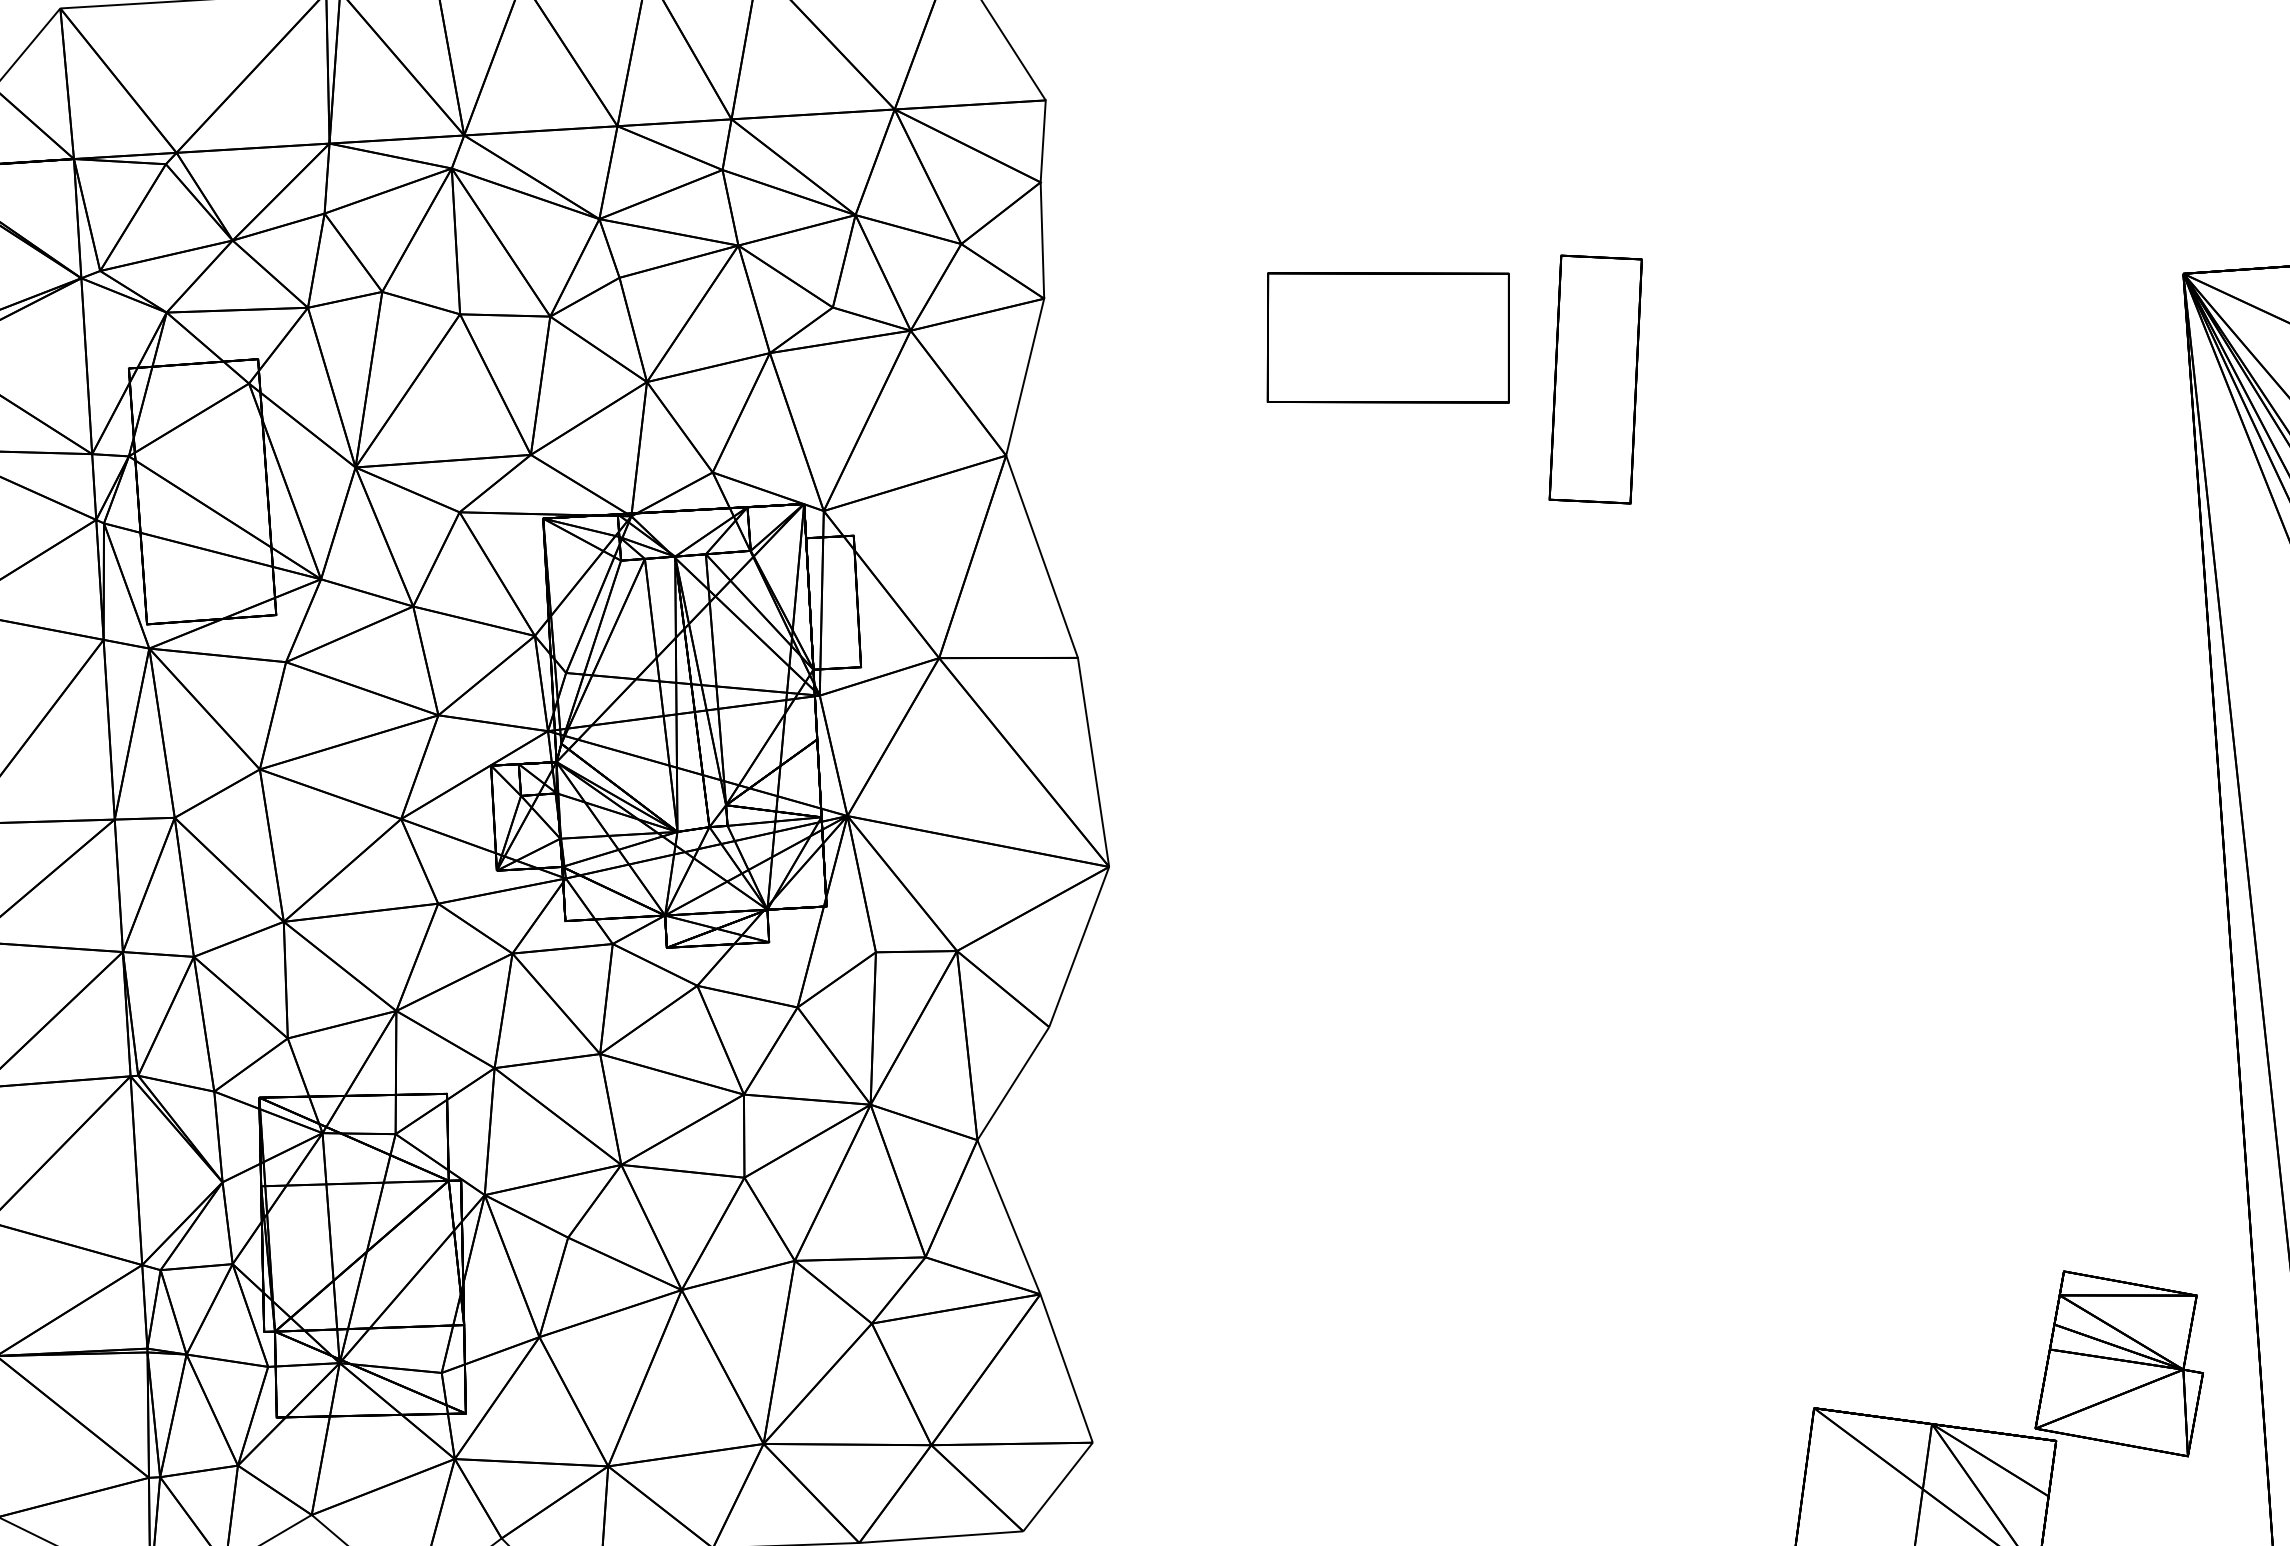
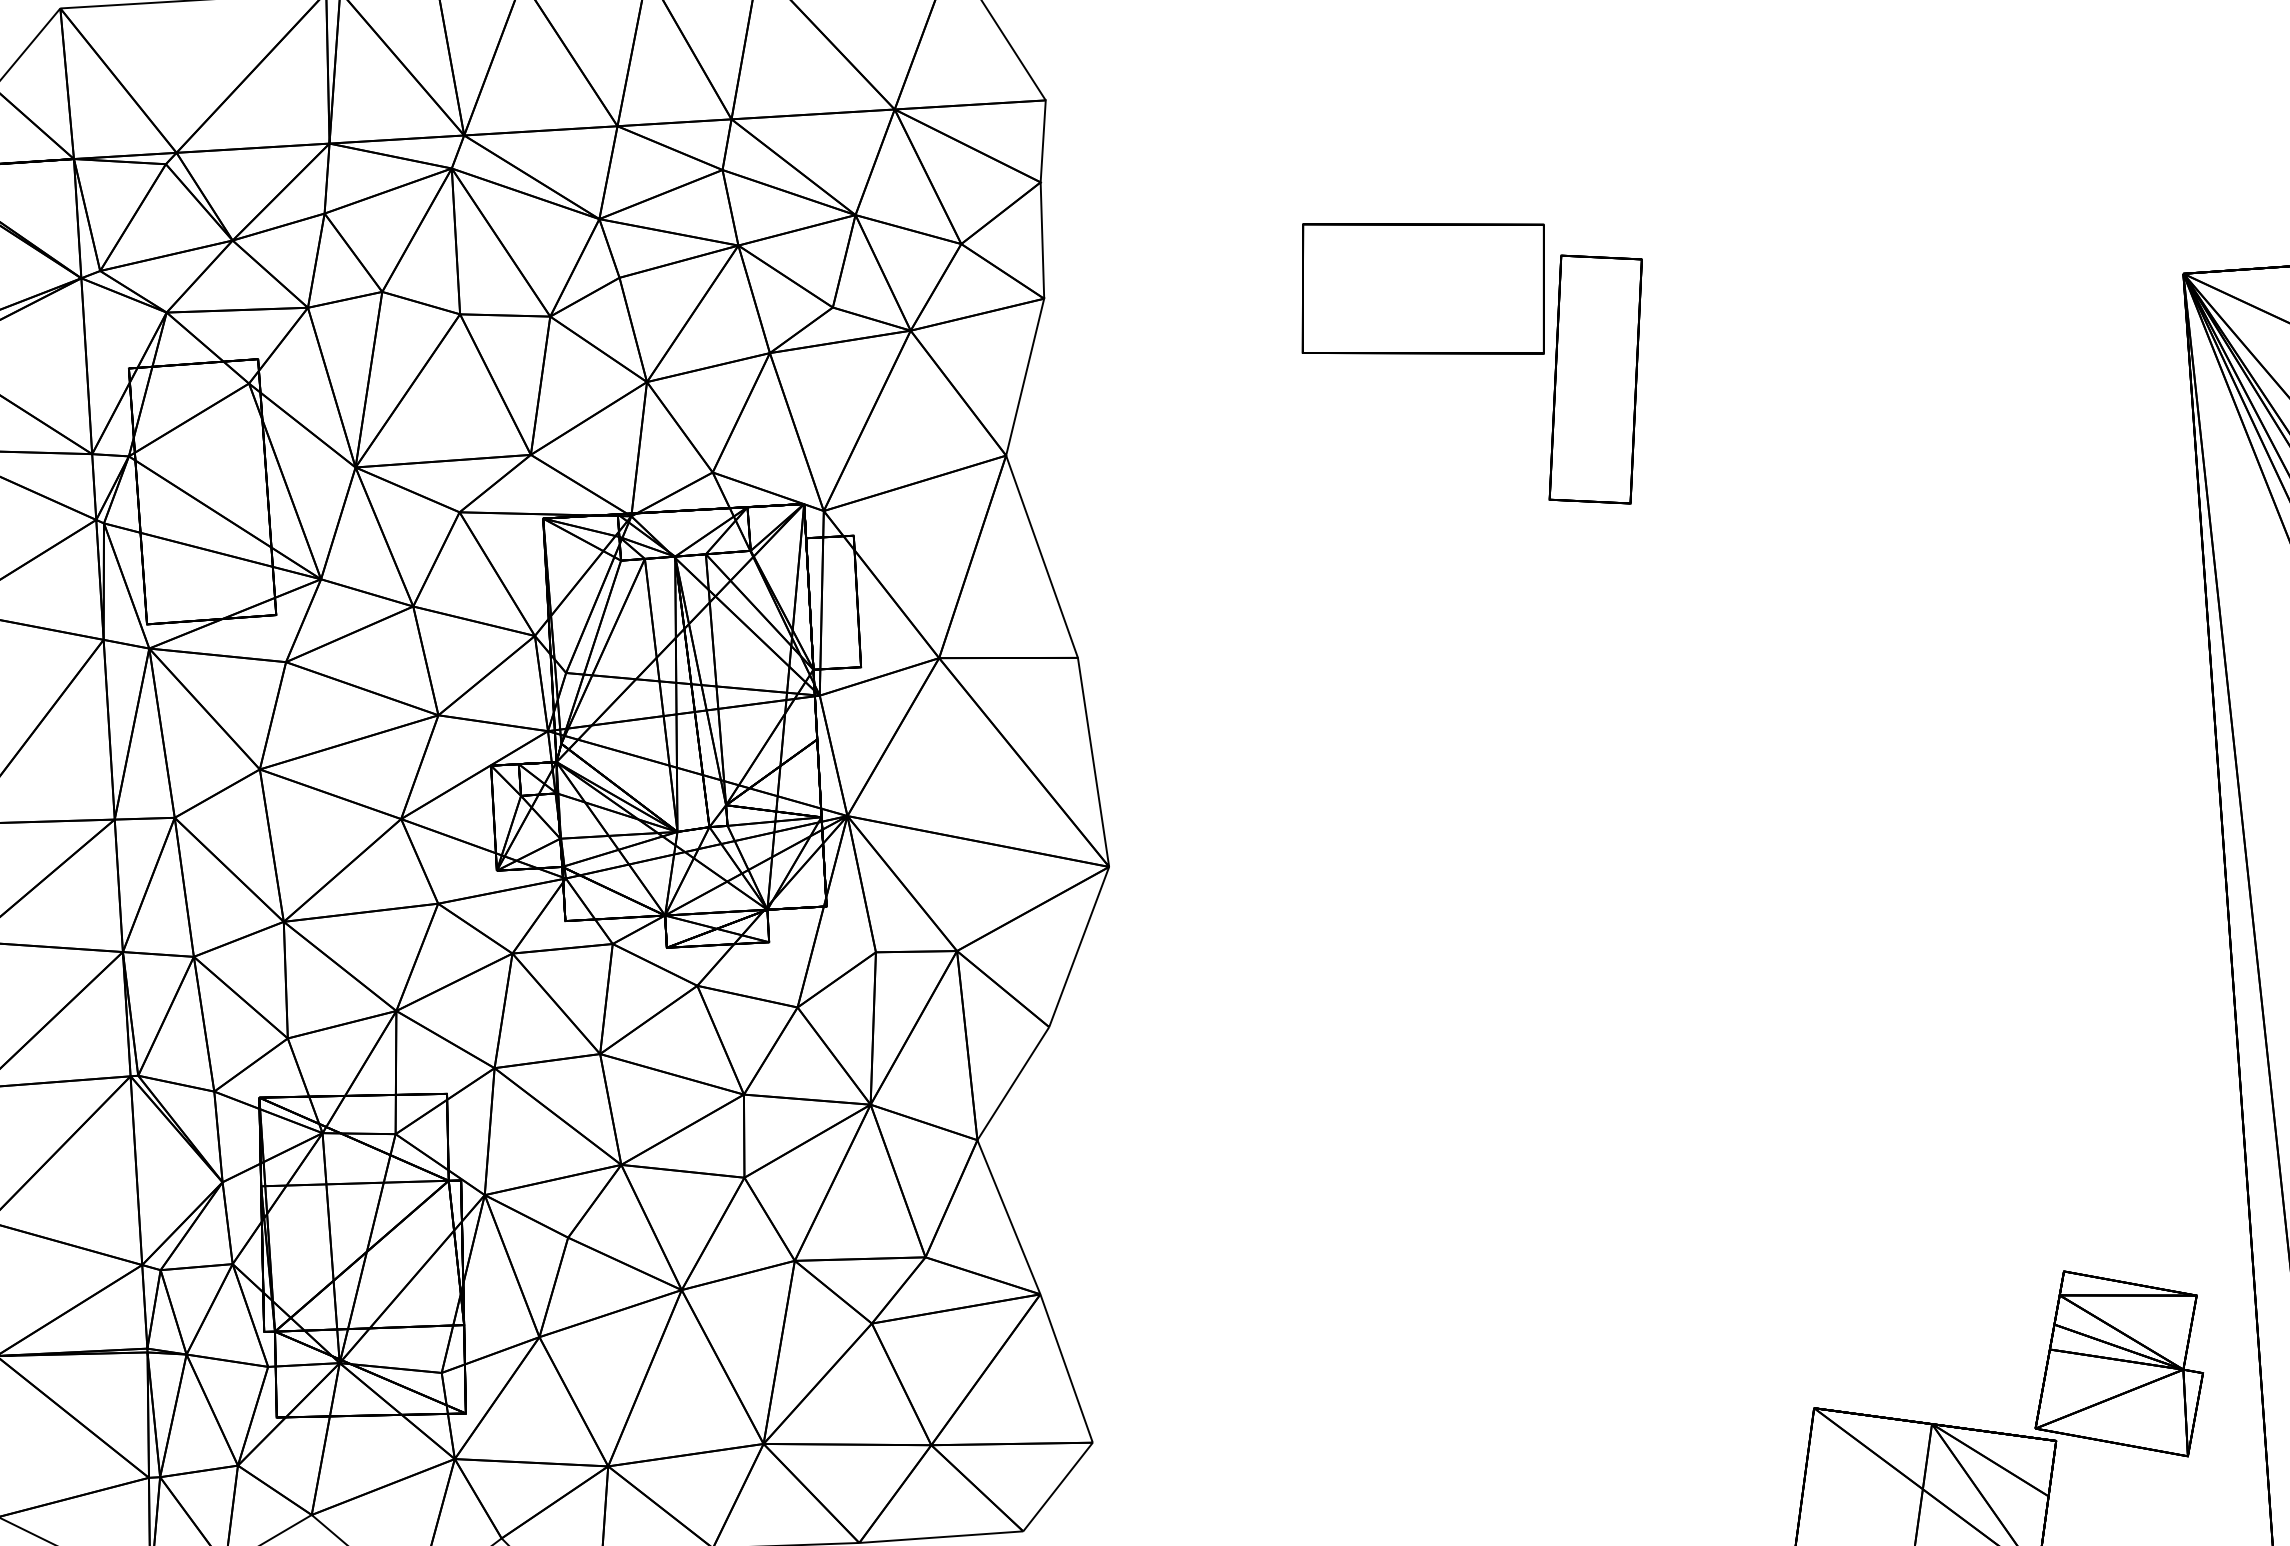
part at (1387, 337) position: (1387, 337) -> (1422, 288)
